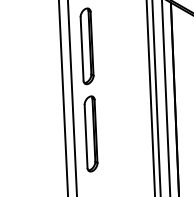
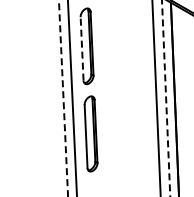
line at (82, 48): solid -> dashed
line at (63, 97): solid -> dashed
line at (150, 97): present -> none
line at (166, 98): solid -> dashed
